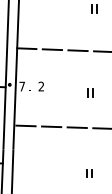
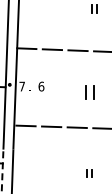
text at (41, 86): 2 -> 6
part at (90, 92) size: 7x10 px -> 10x15 px
line at (2, 171): solid -> dashed
